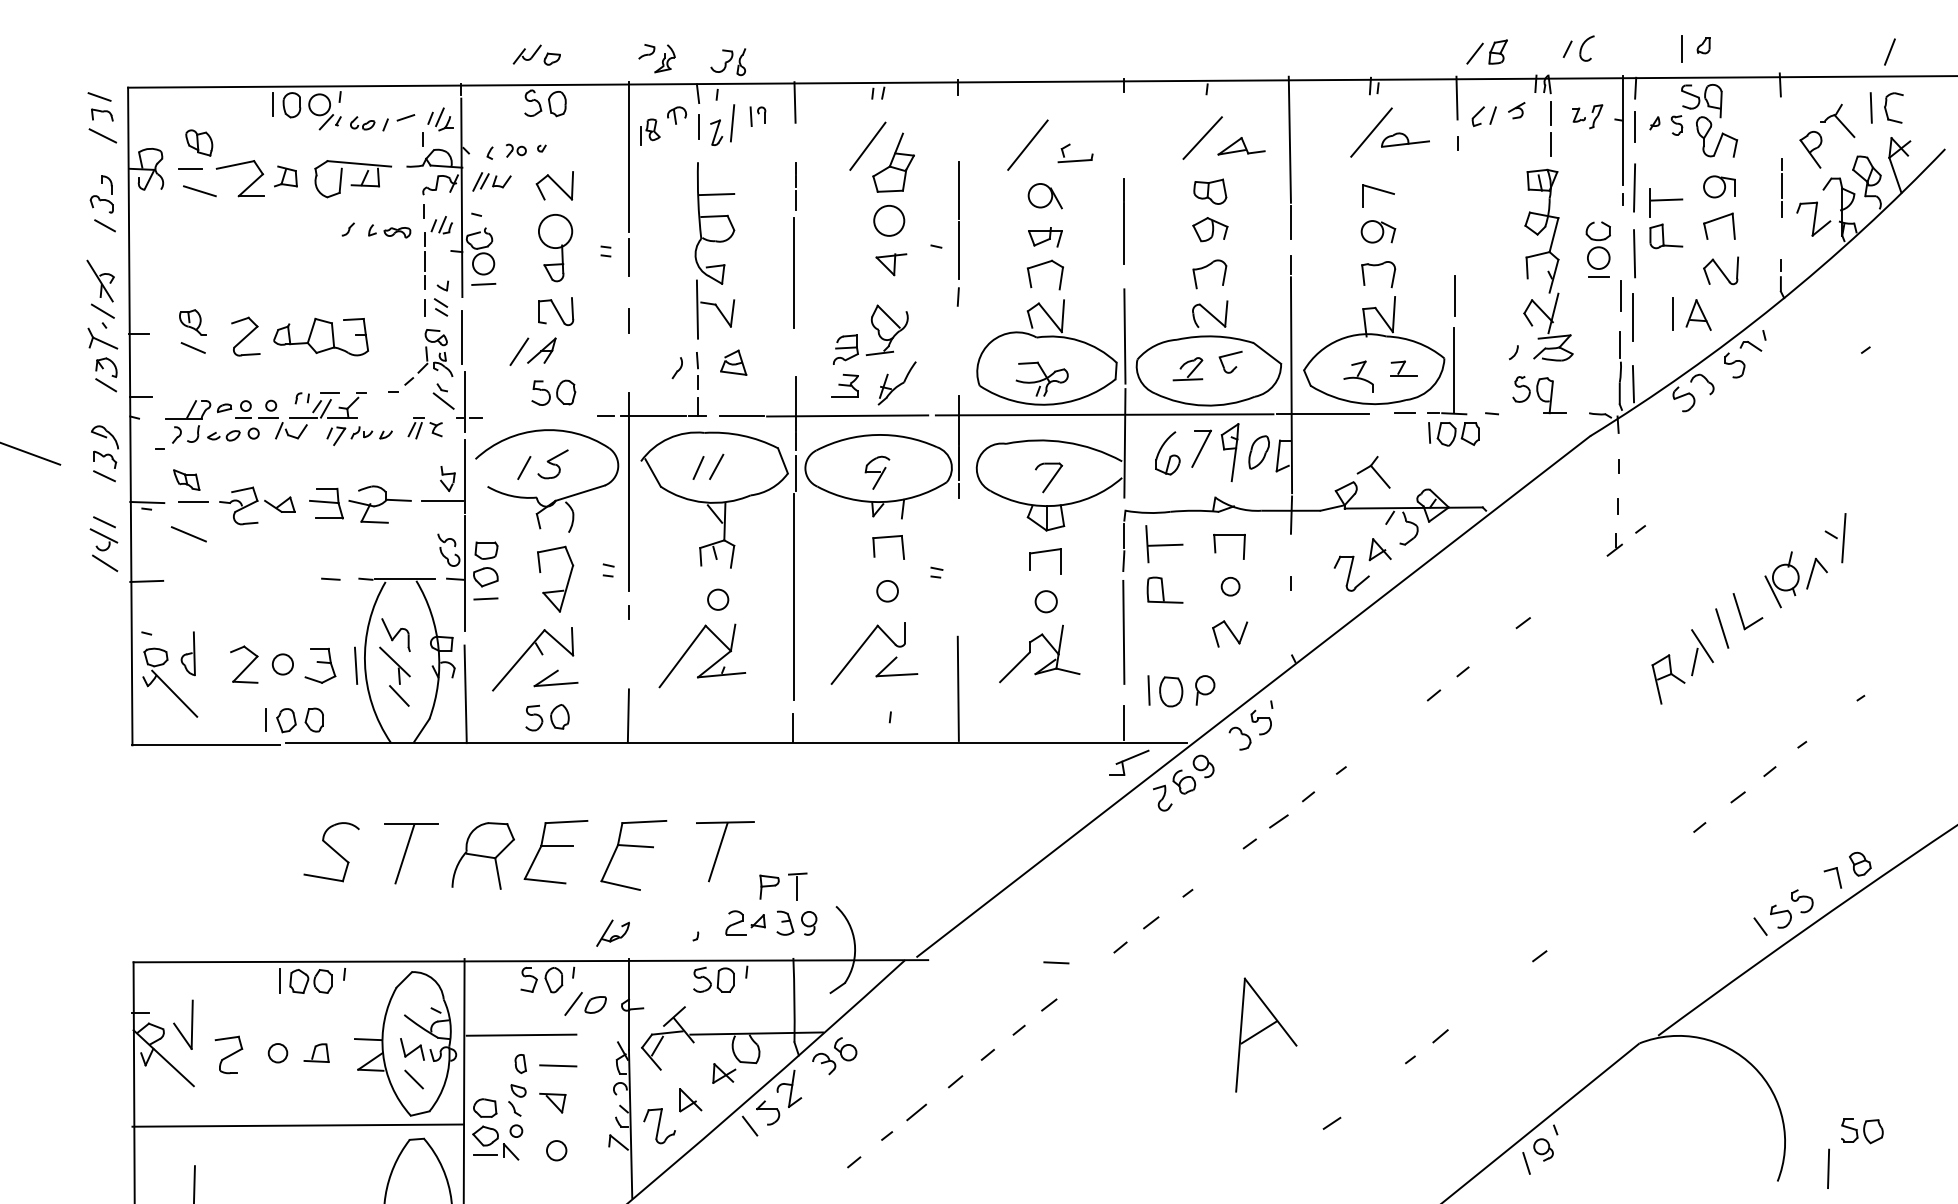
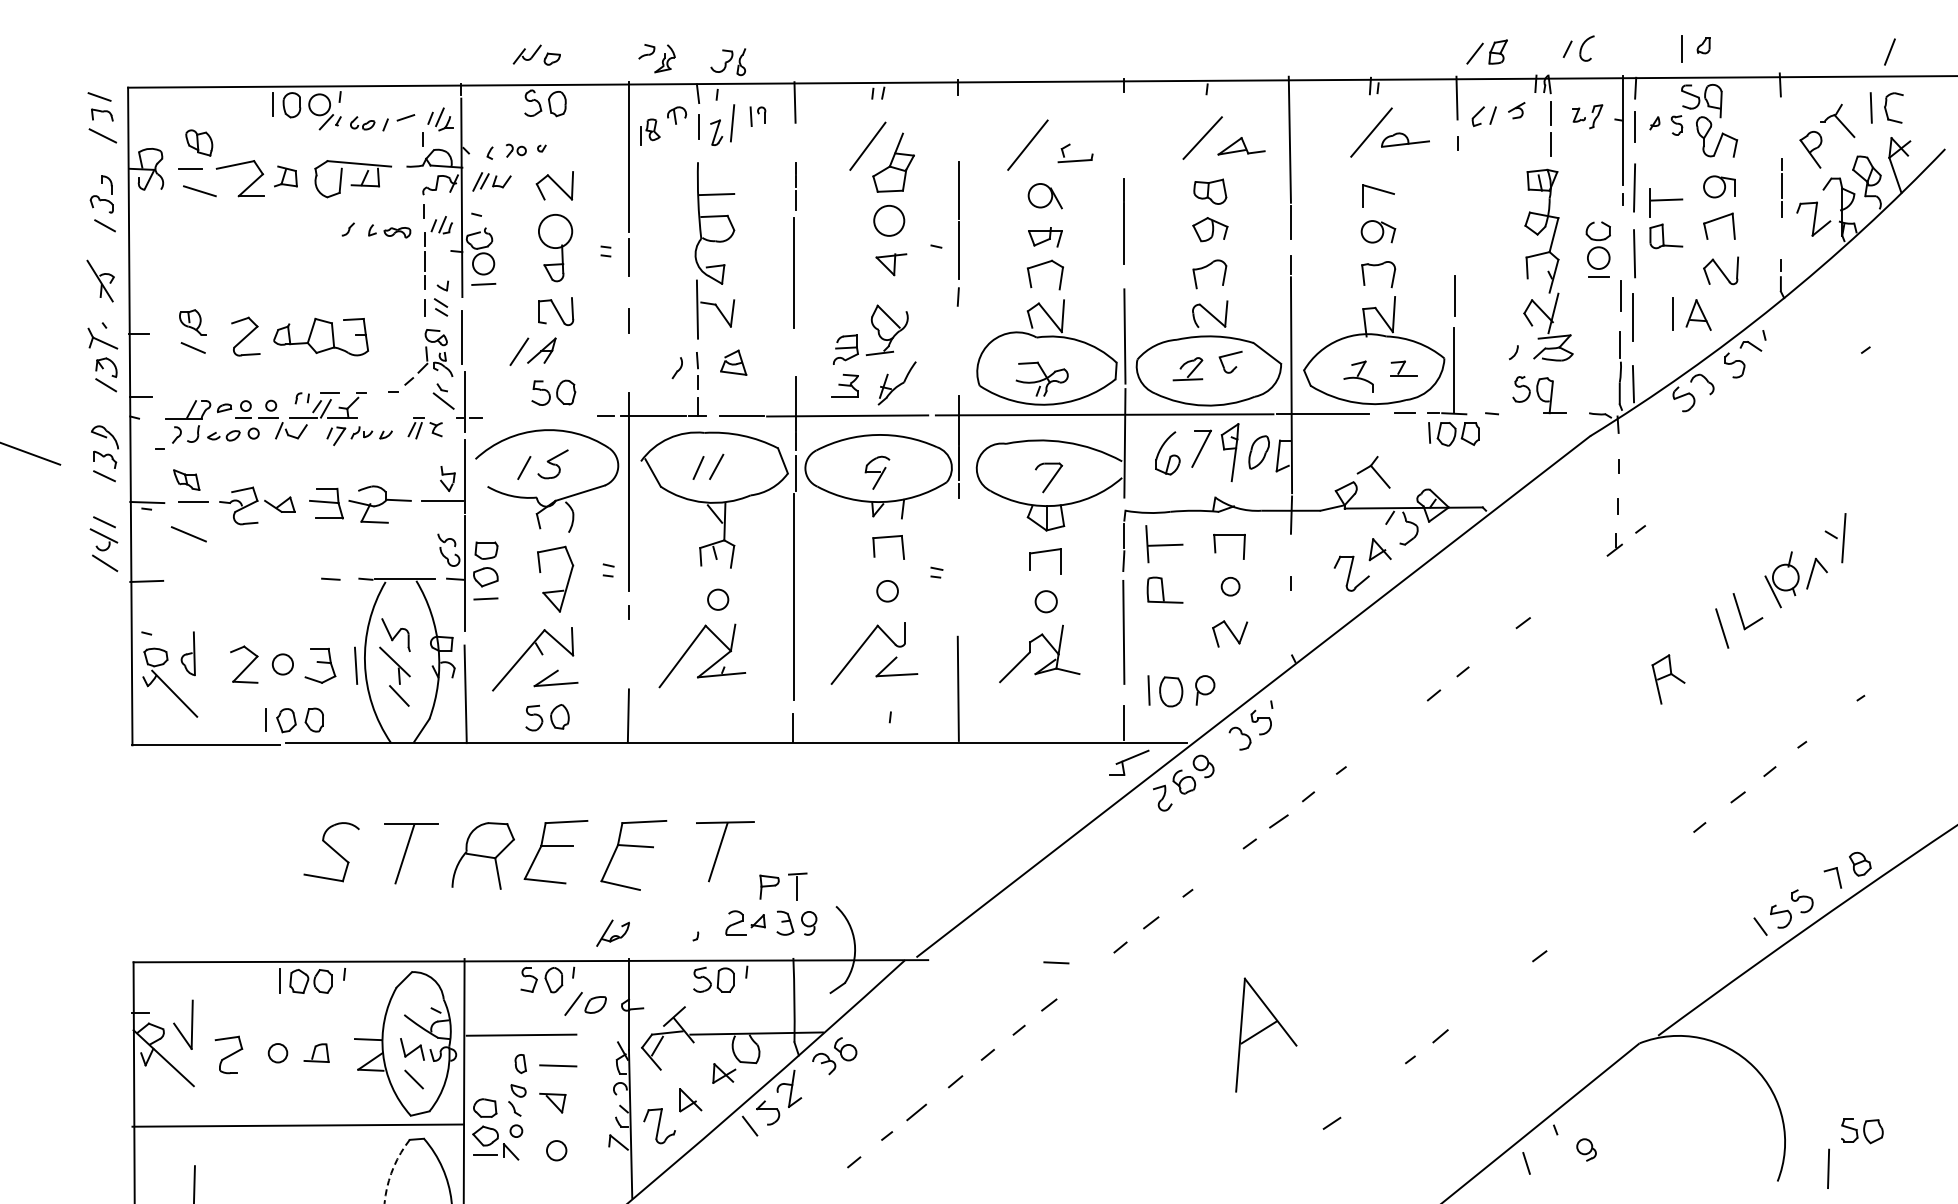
line at (102, 310): present -> none
part at (1702, 652): present -> none
part at (1543, 1149) position: (1543, 1149) -> (1586, 1149)
arc at (392, 1170): solid -> dashed
